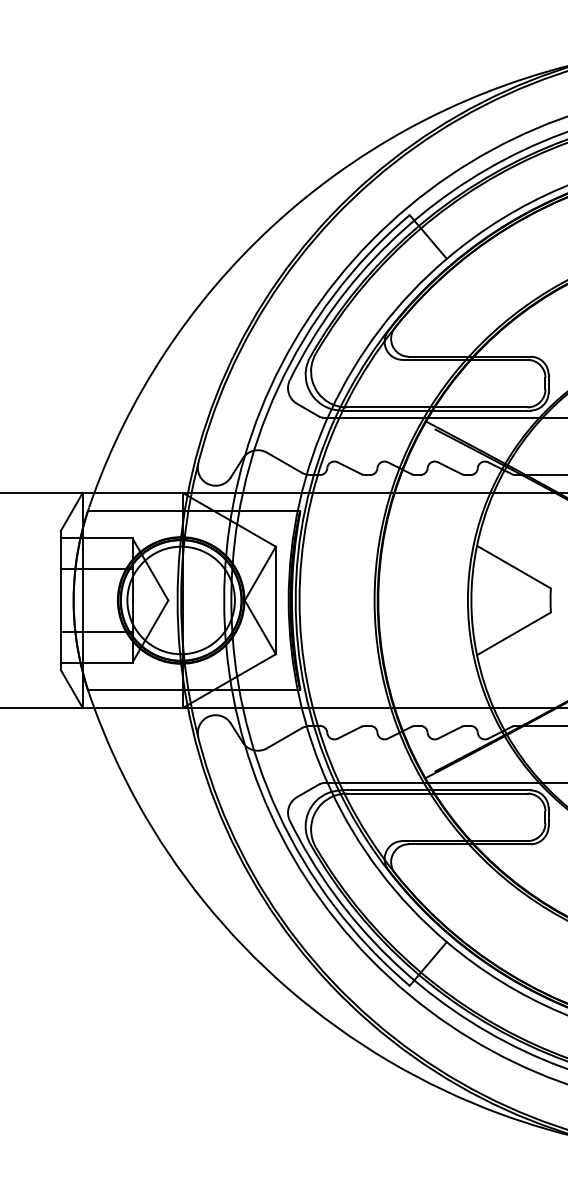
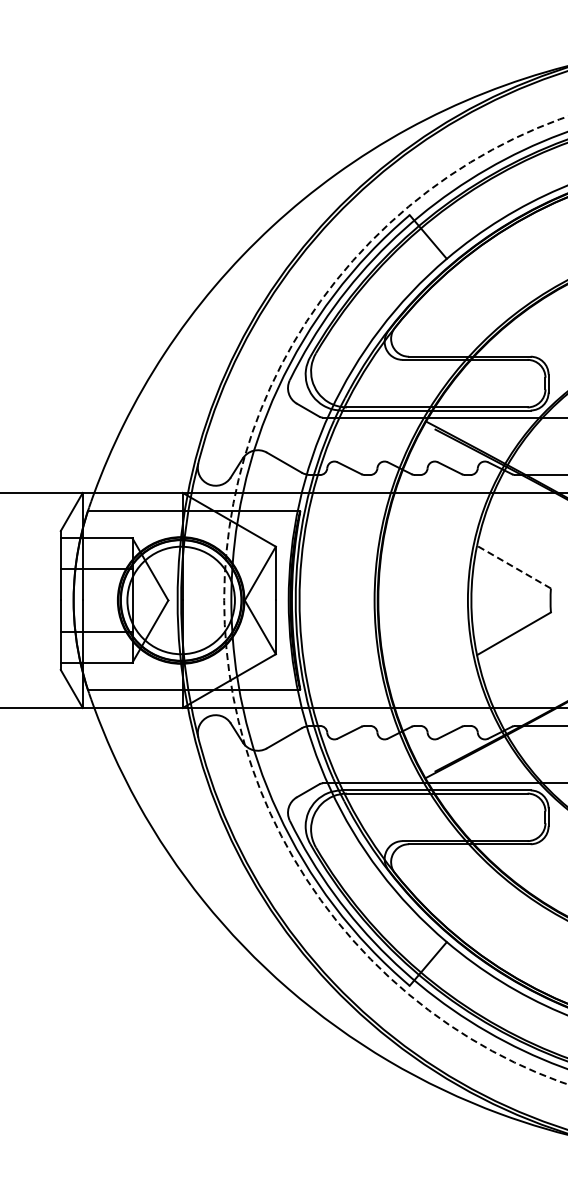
line at (514, 567): solid -> dashed
arc at (224, 600): solid -> dashed
